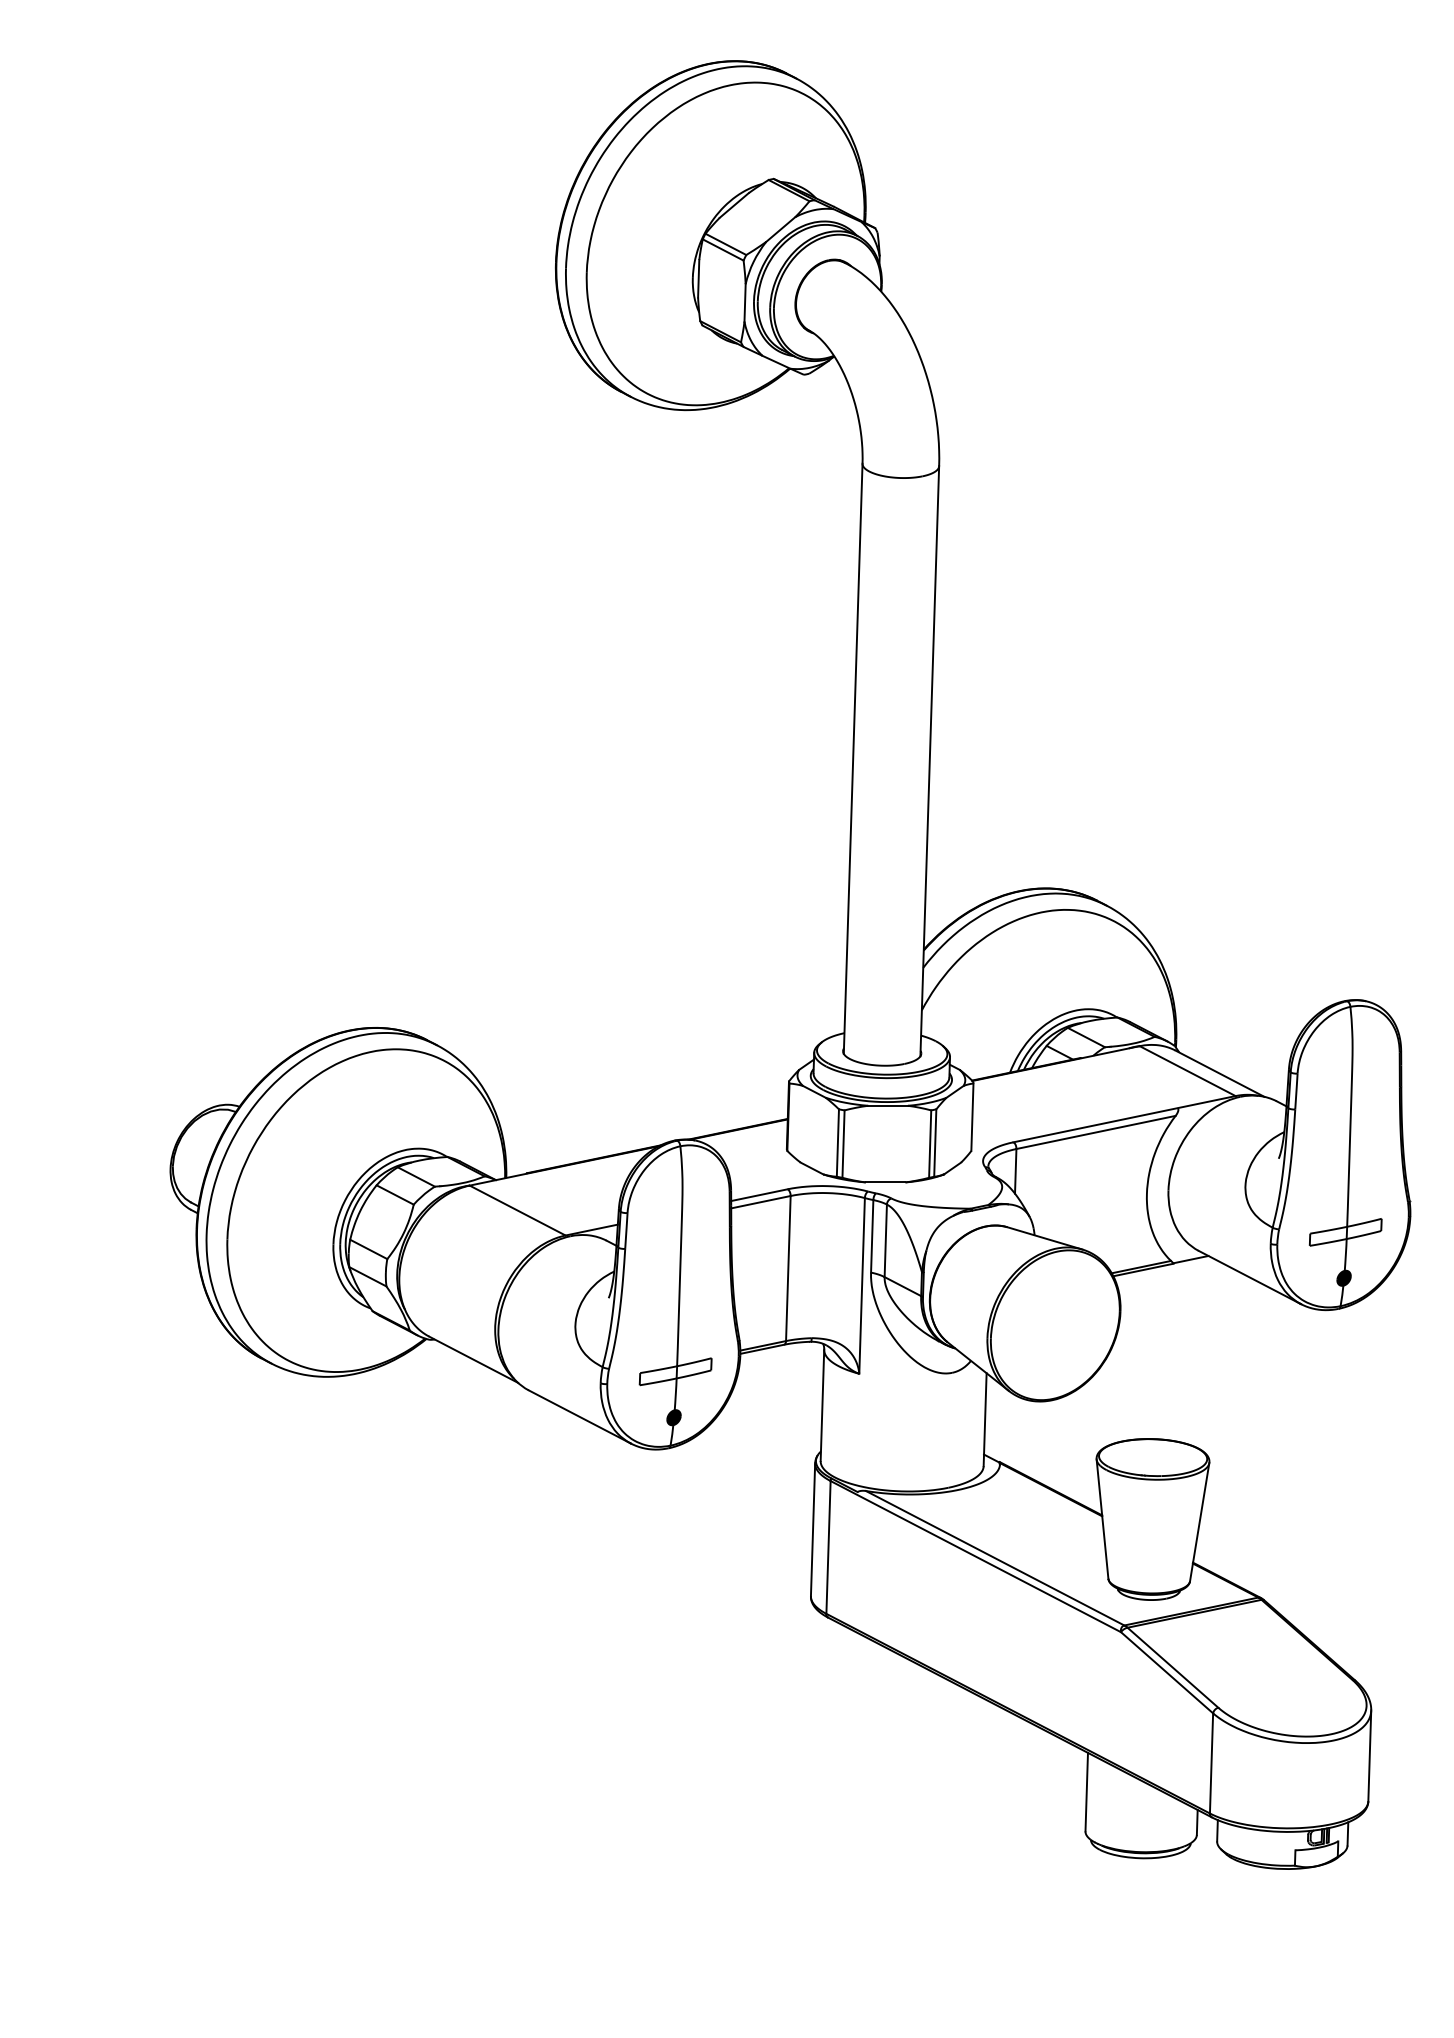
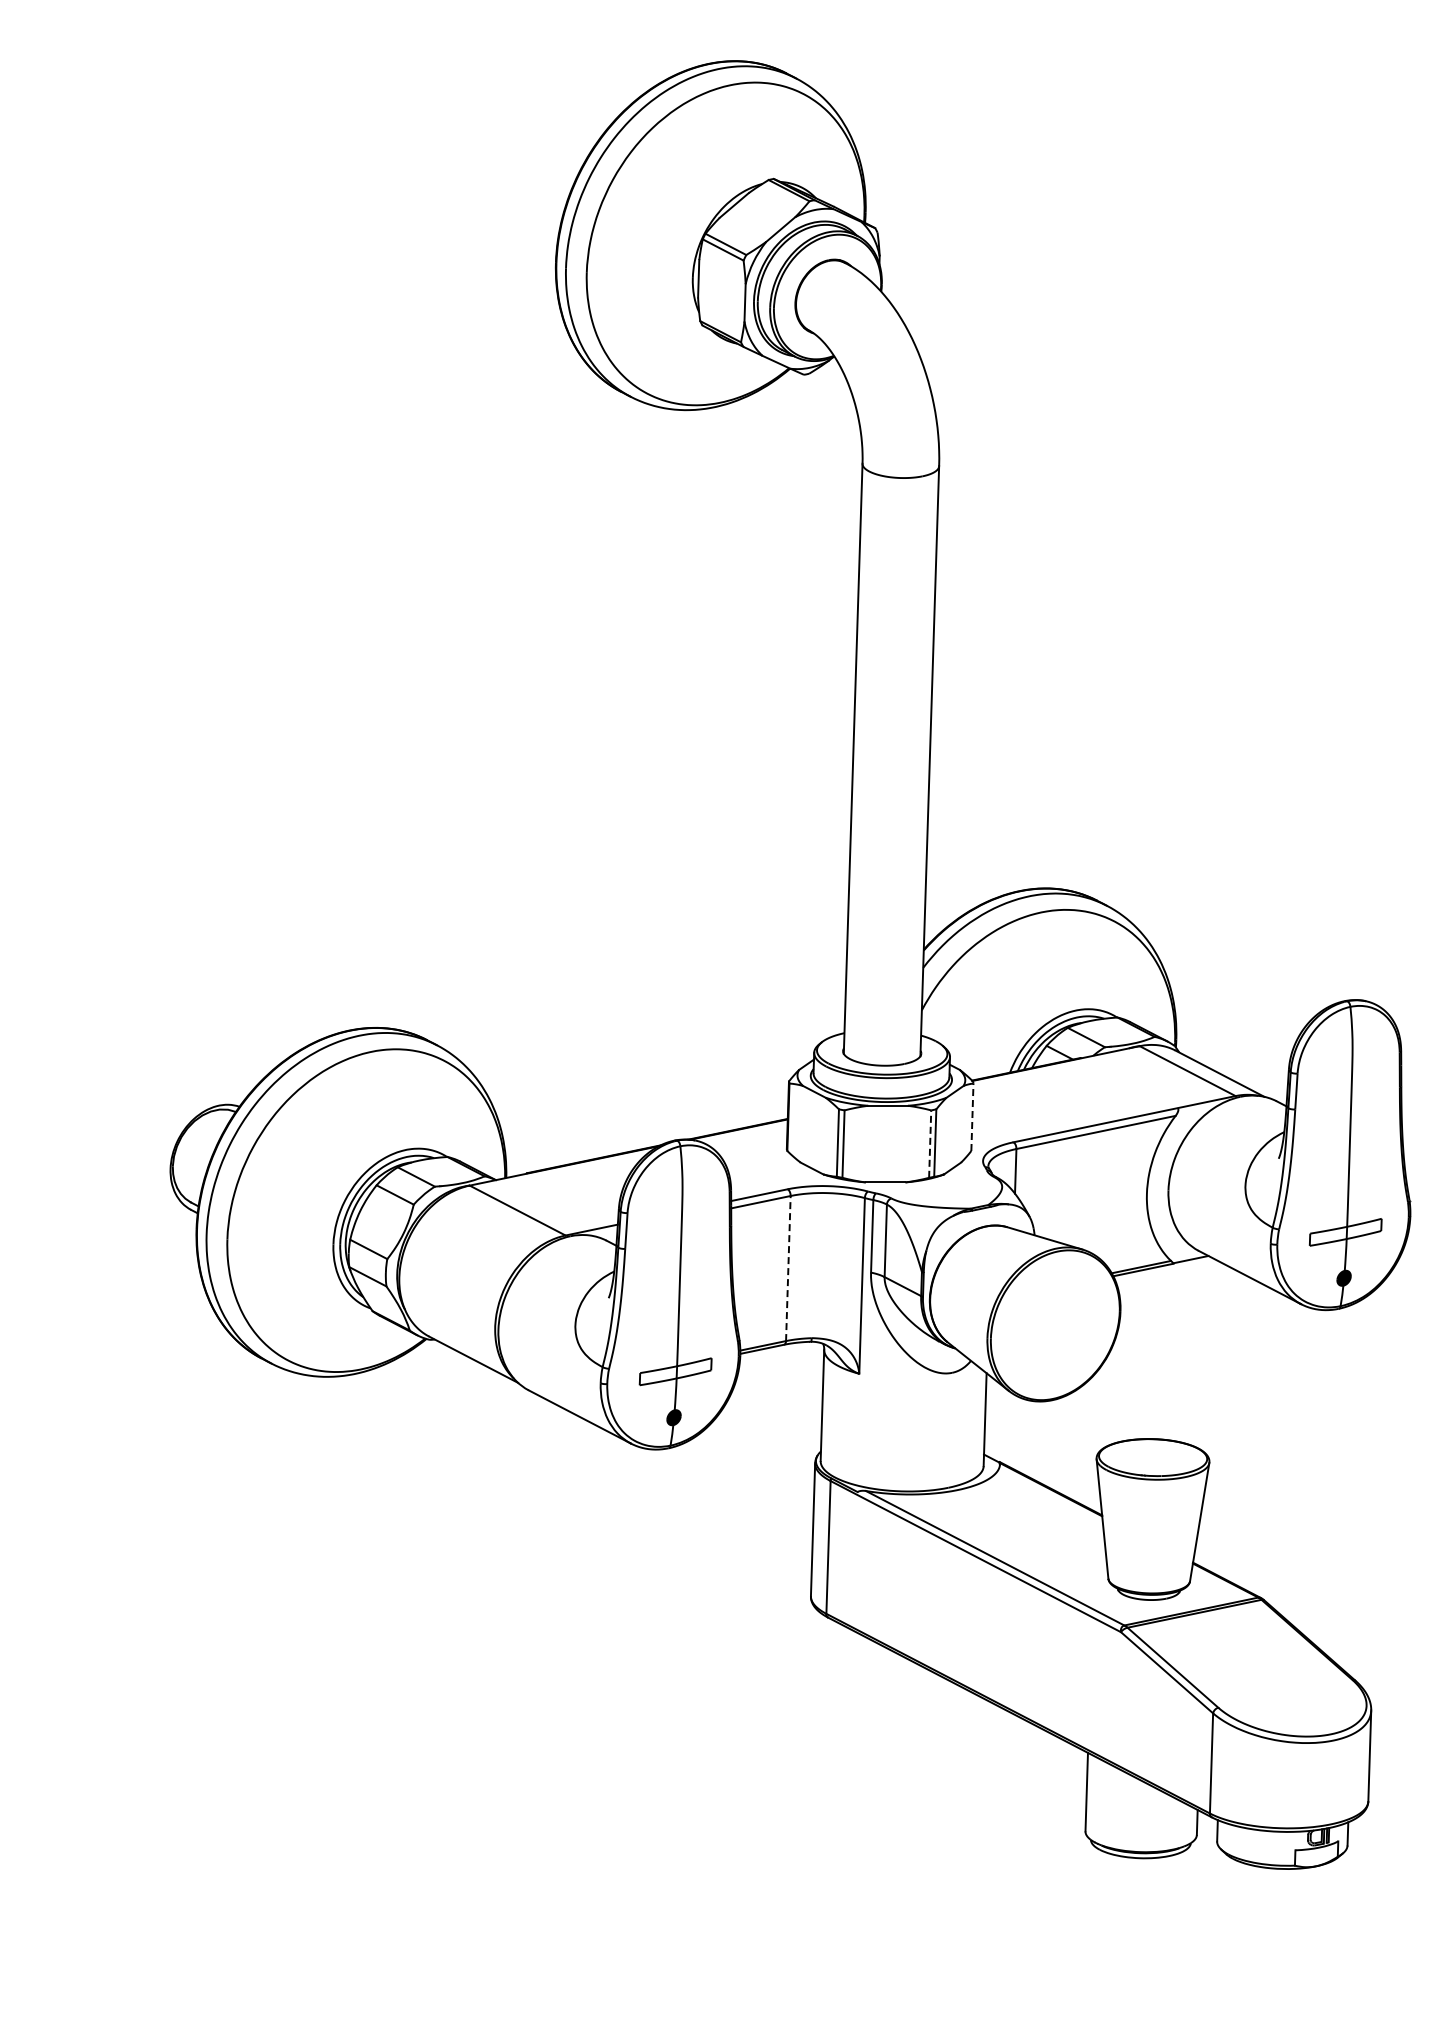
line at (972, 1117): solid -> dashed
line at (930, 1144): solid -> dashed
line at (788, 1268): solid -> dashed
